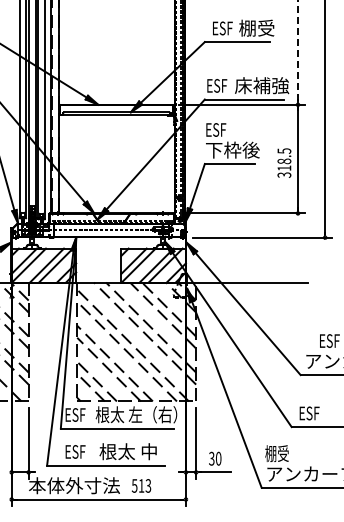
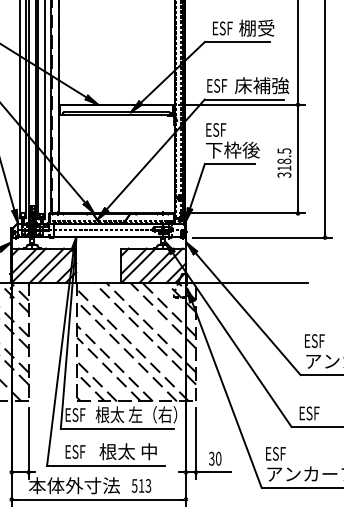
line at (298, 50): dashed -> solid
text at (329, 340) position: (329, 340) -> (314, 340)
text at (276, 453): 棚受 -> ESF
